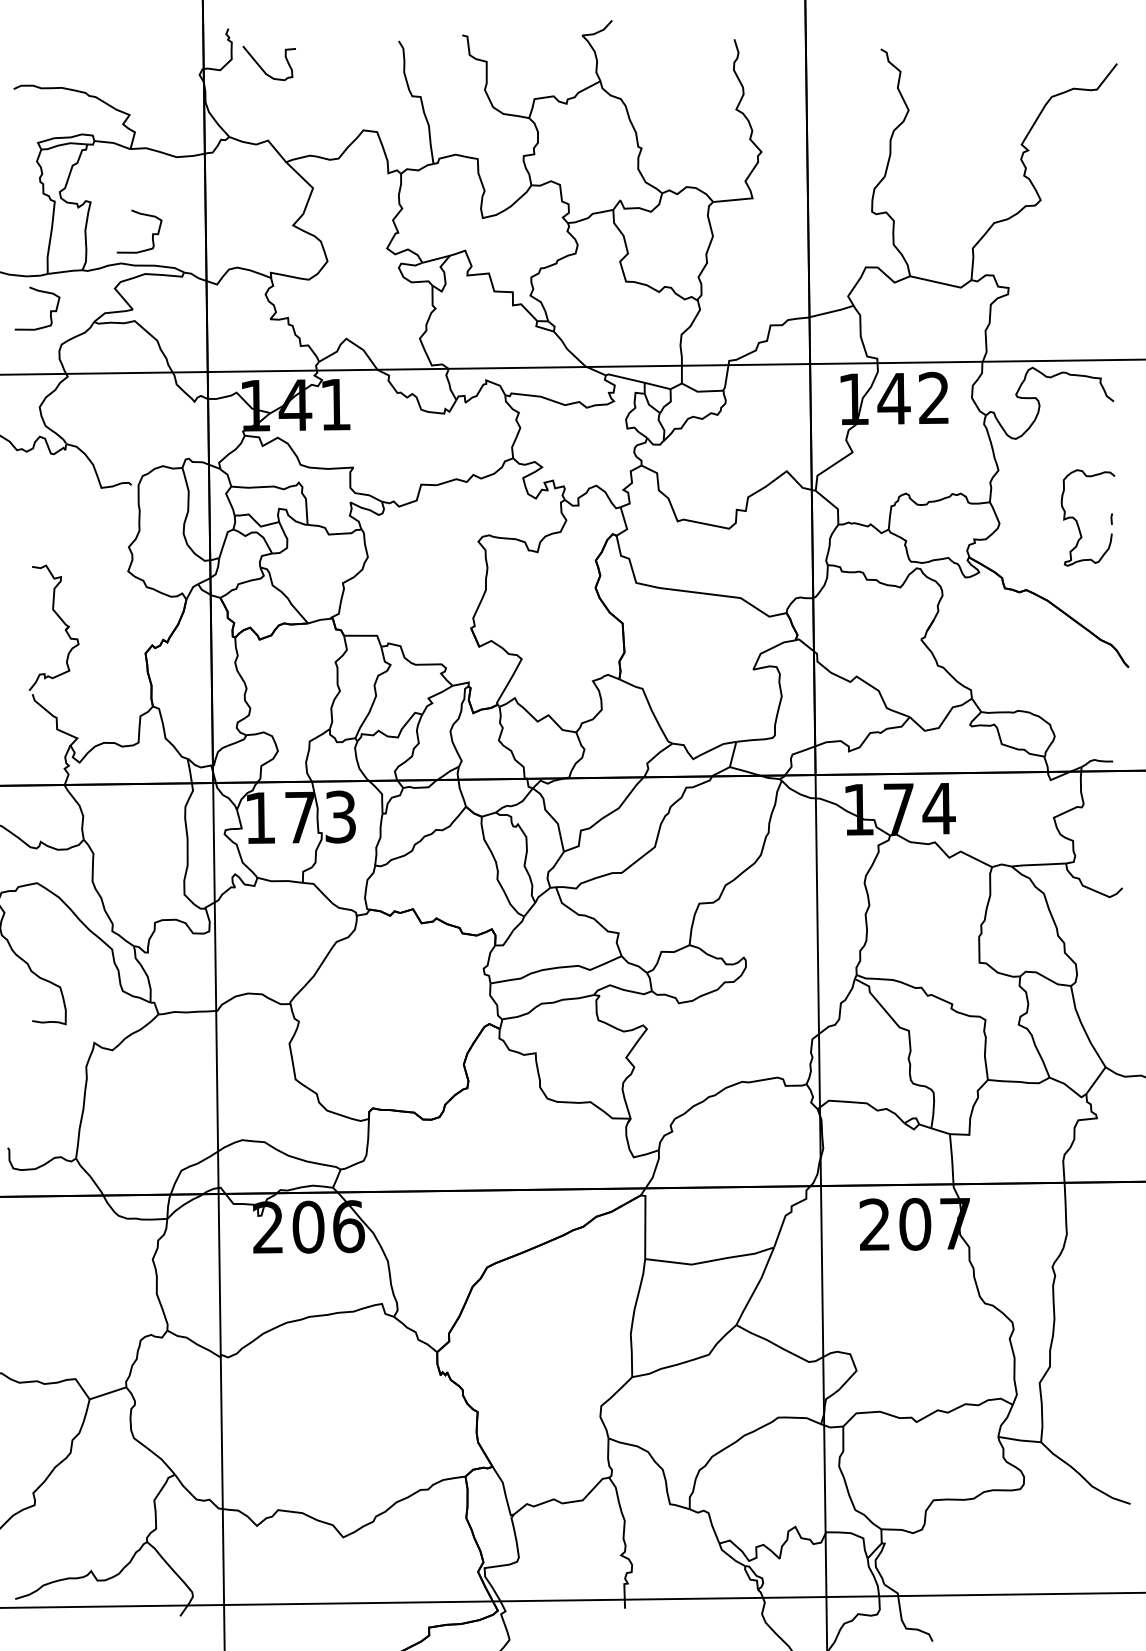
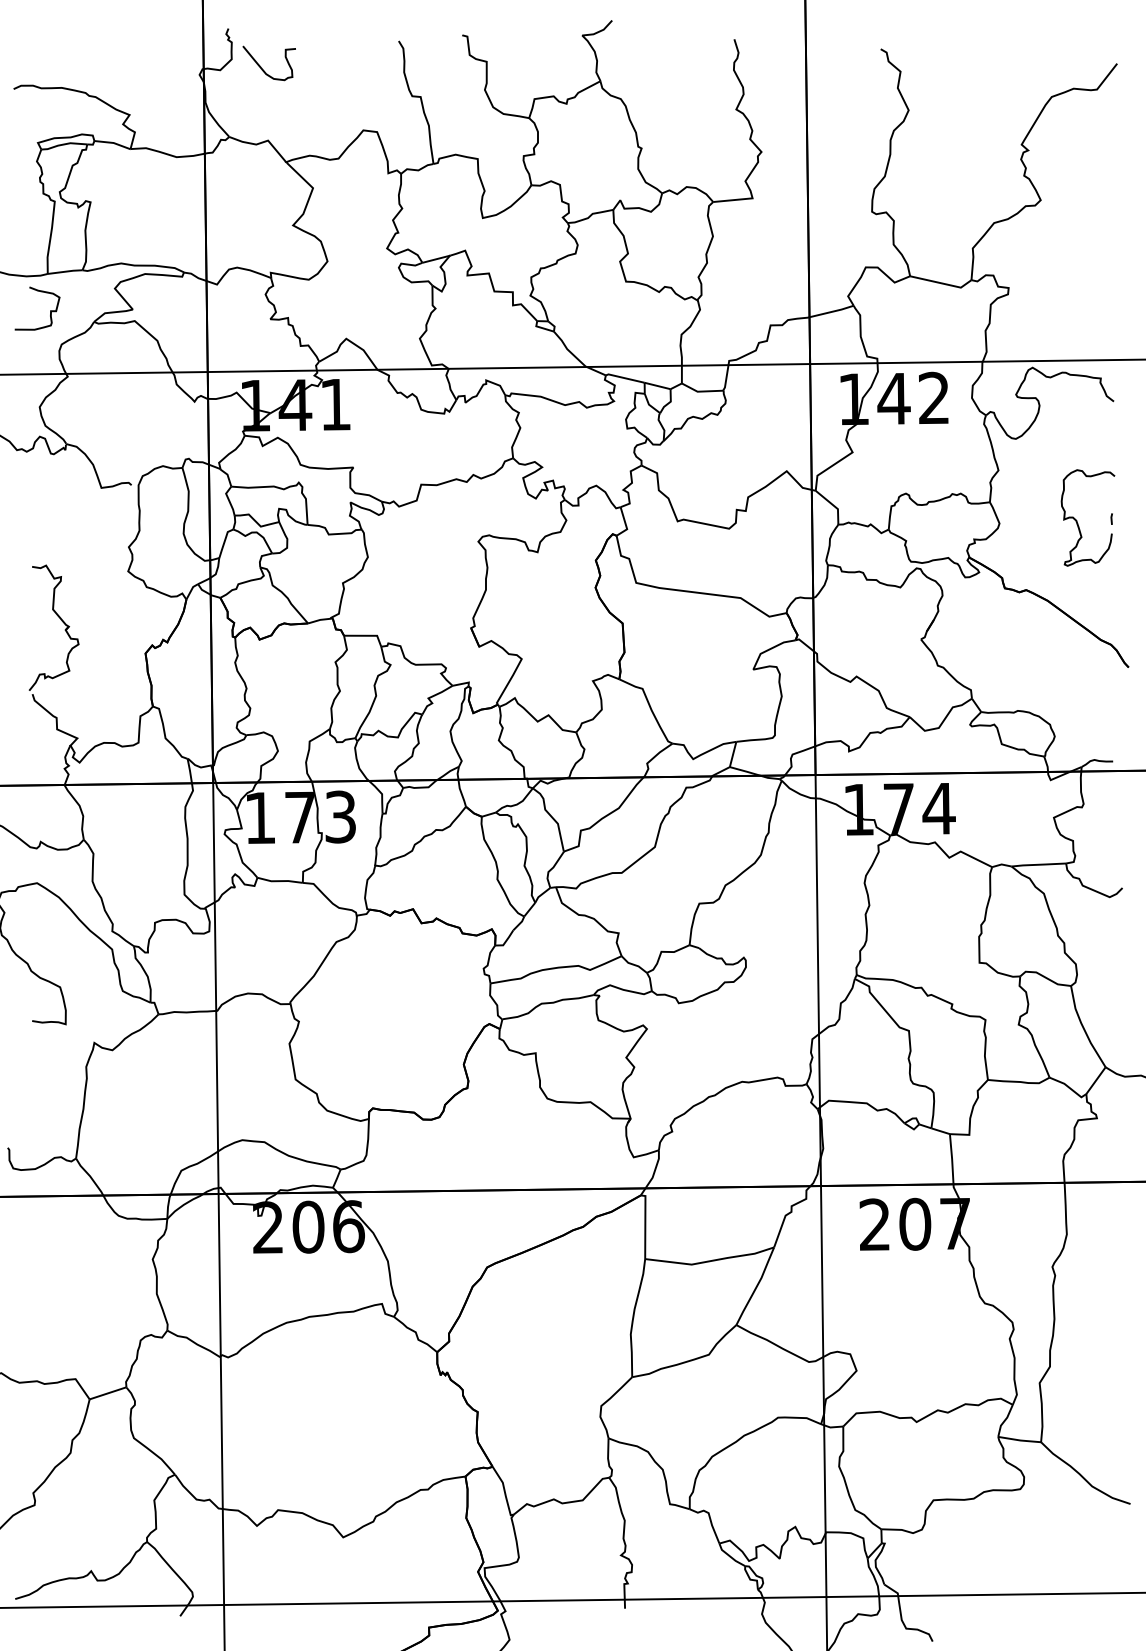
curve at (152, 233): present -> none
